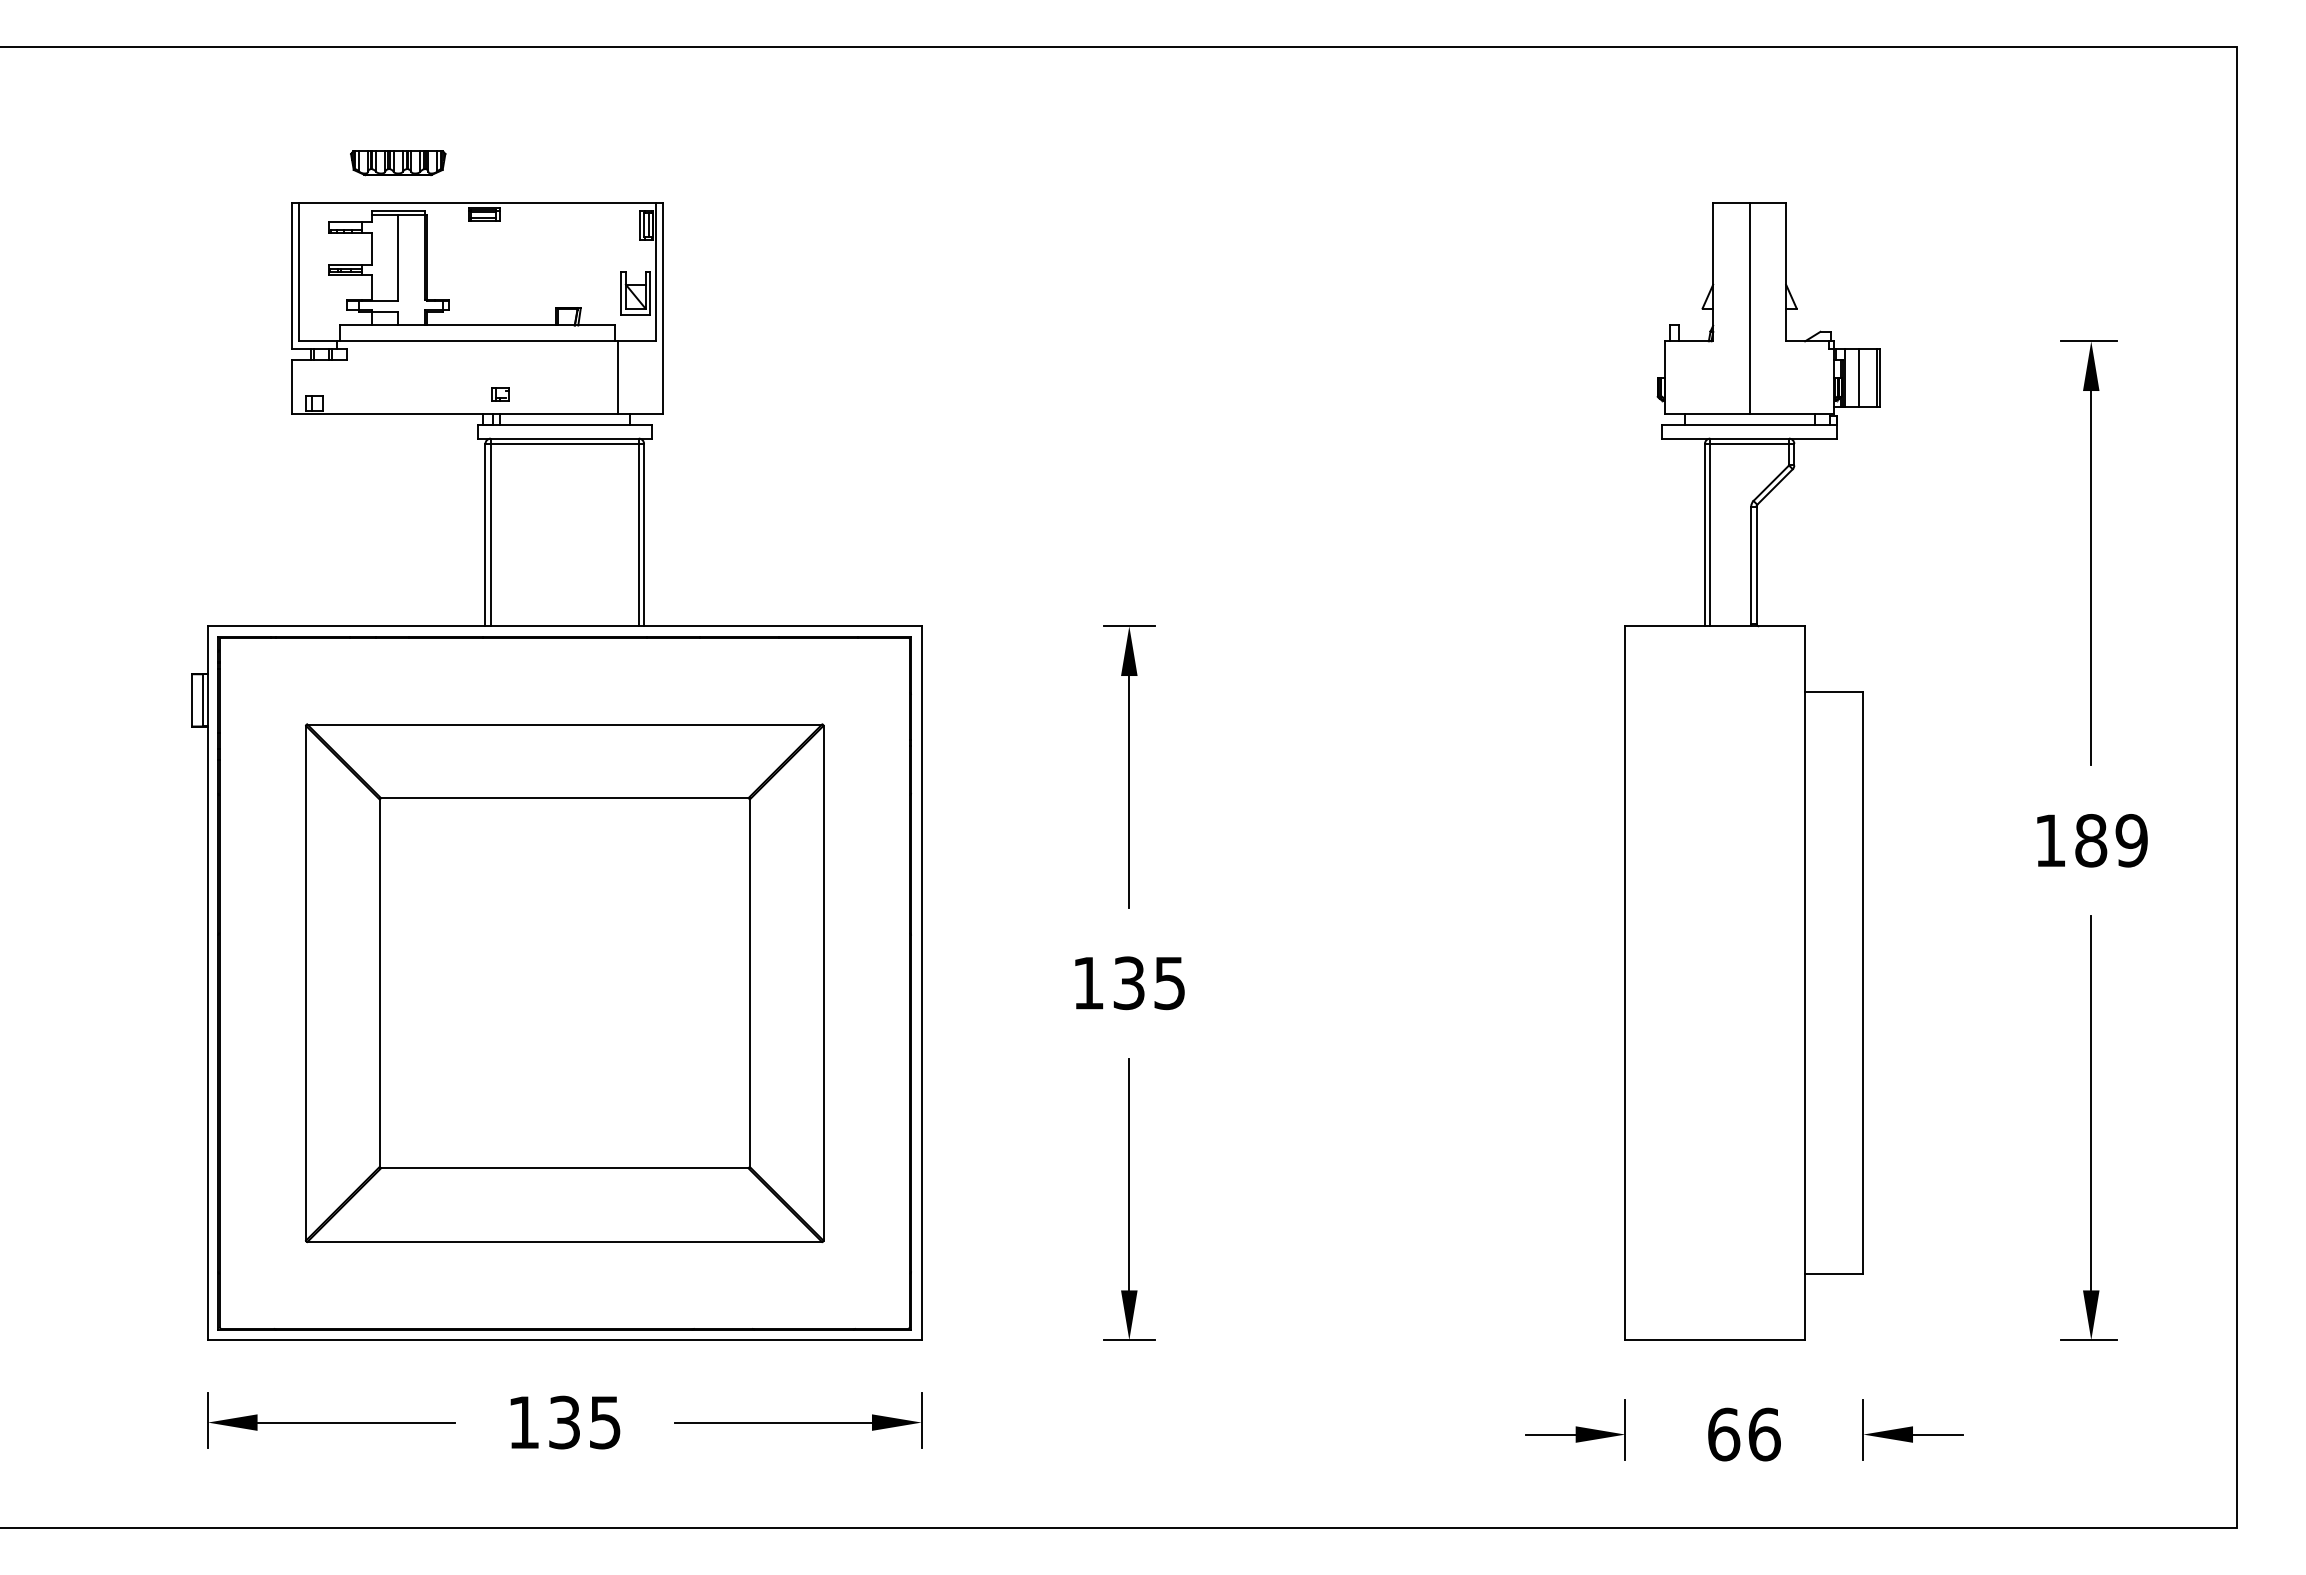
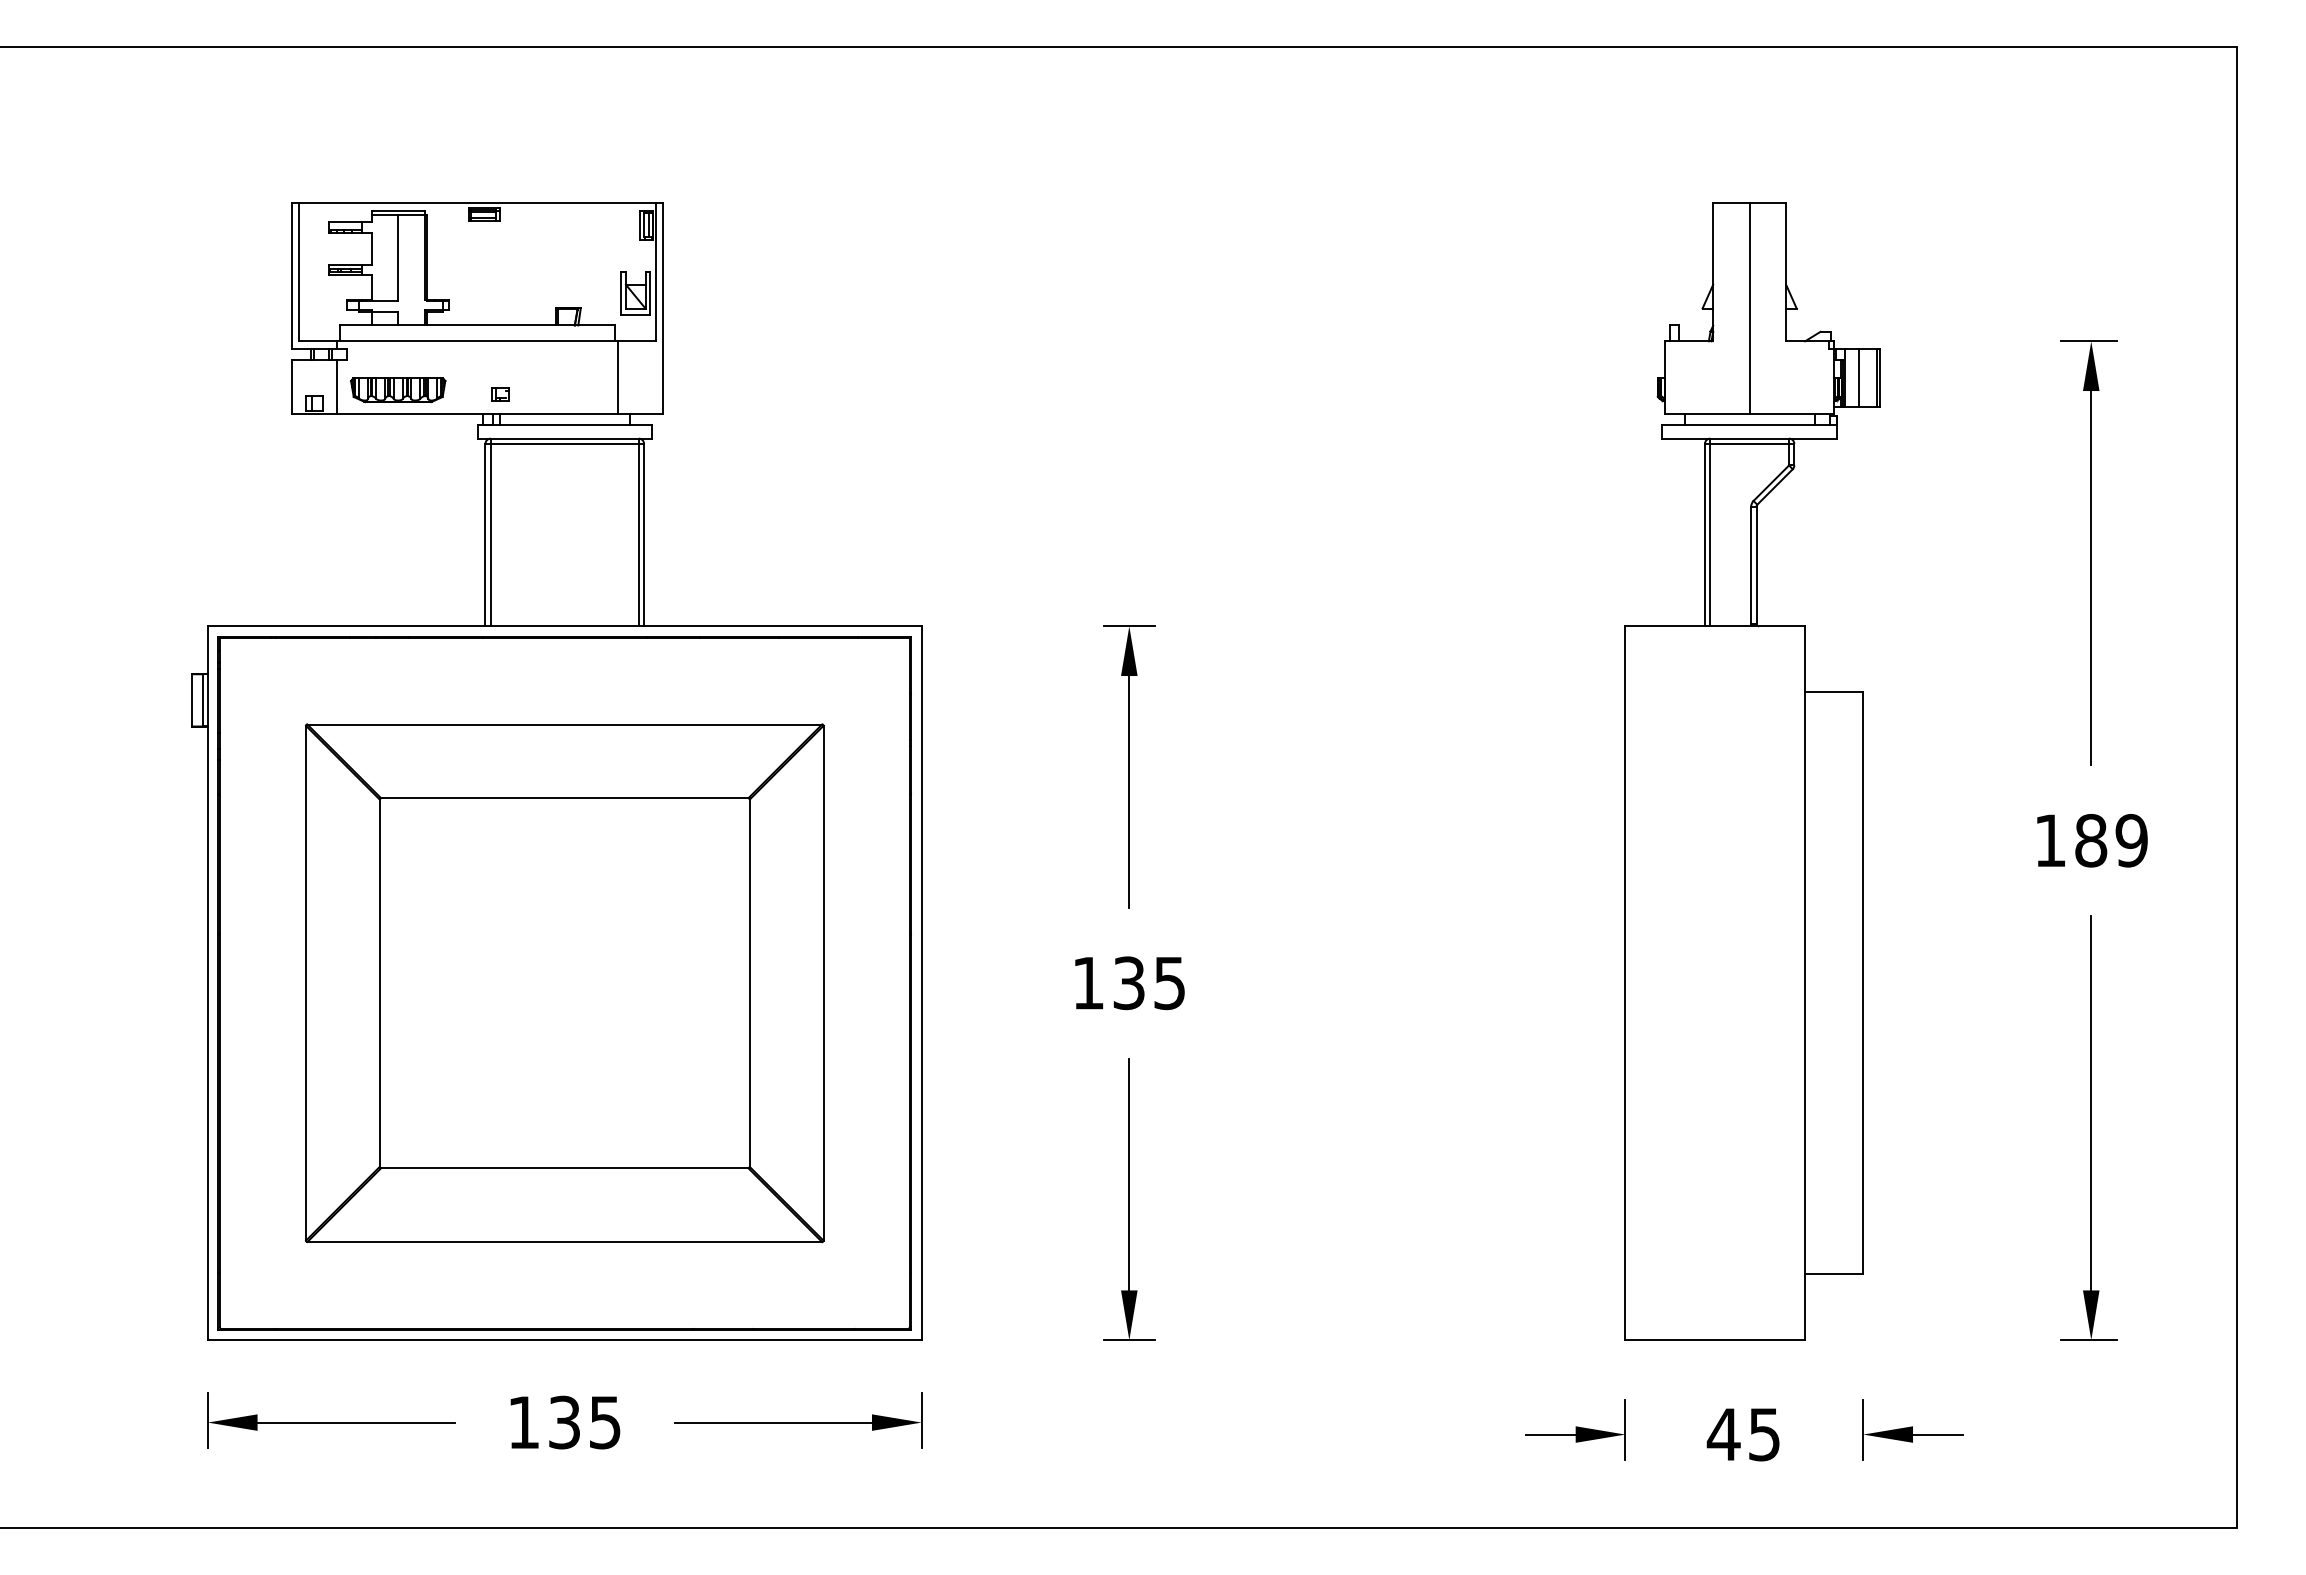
part at (398, 163) position: (398, 163) -> (398, 390)
line at (336, 386): none -> present
text at (1743, 1434): 66 -> 45
